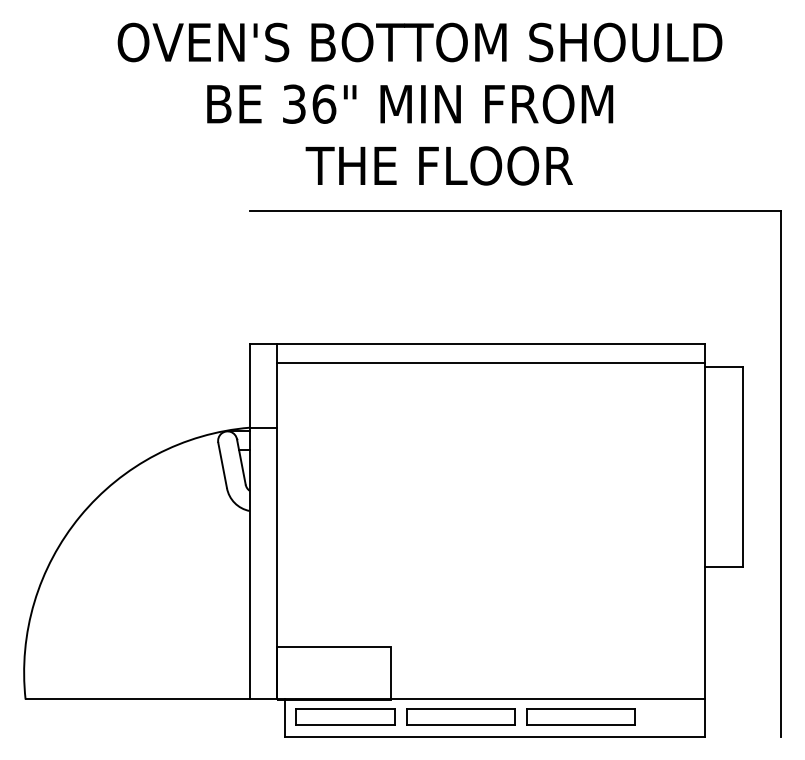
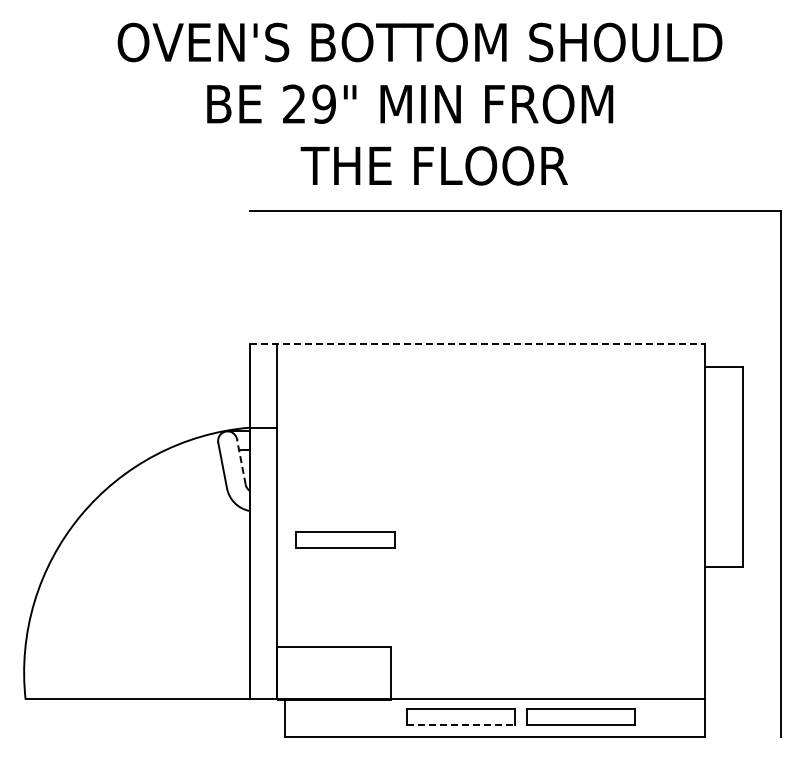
text at (309, 103): 36" -> 29"
text at (438, 165) position: (438, 165) -> (433, 165)
line at (477, 344): solid -> dashed
line at (490, 363): present -> none
line at (241, 461): solid -> dashed
part at (345, 716) position: (345, 716) -> (345, 539)
line at (461, 725): solid -> dashed
